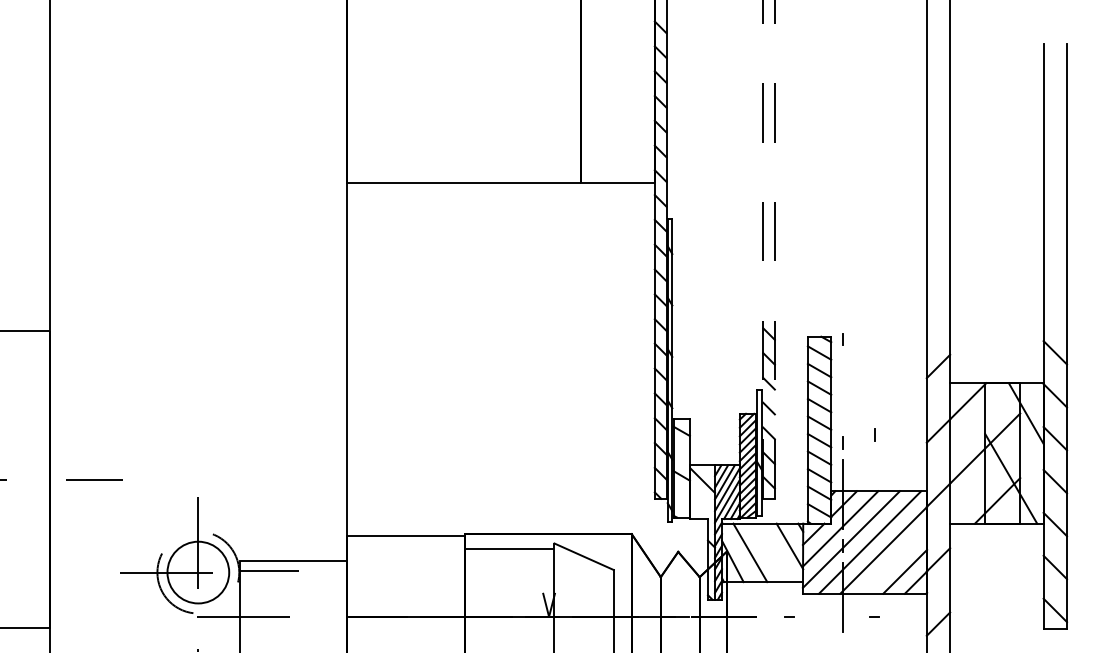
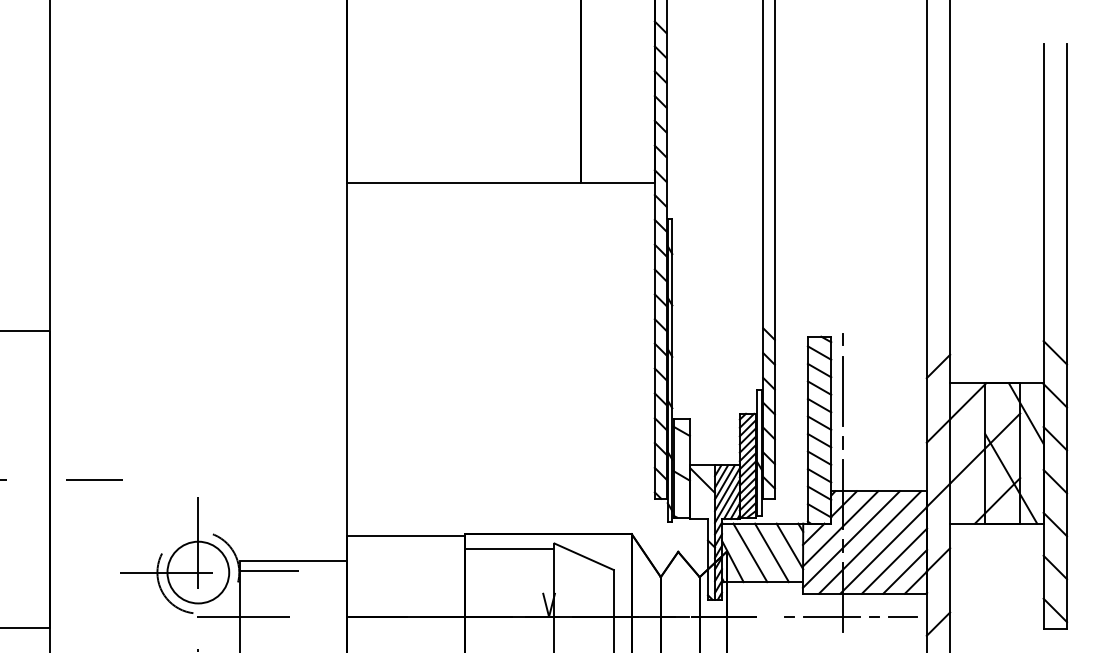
line at (763, 249): dashed -> solid
line at (774, 249): dashed -> solid
line at (842, 390): none -> present
line at (874, 434): present -> none
line at (771, 552): none -> present
line at (894, 560): none -> present
line at (831, 616): none -> present
line at (902, 616): none -> present
